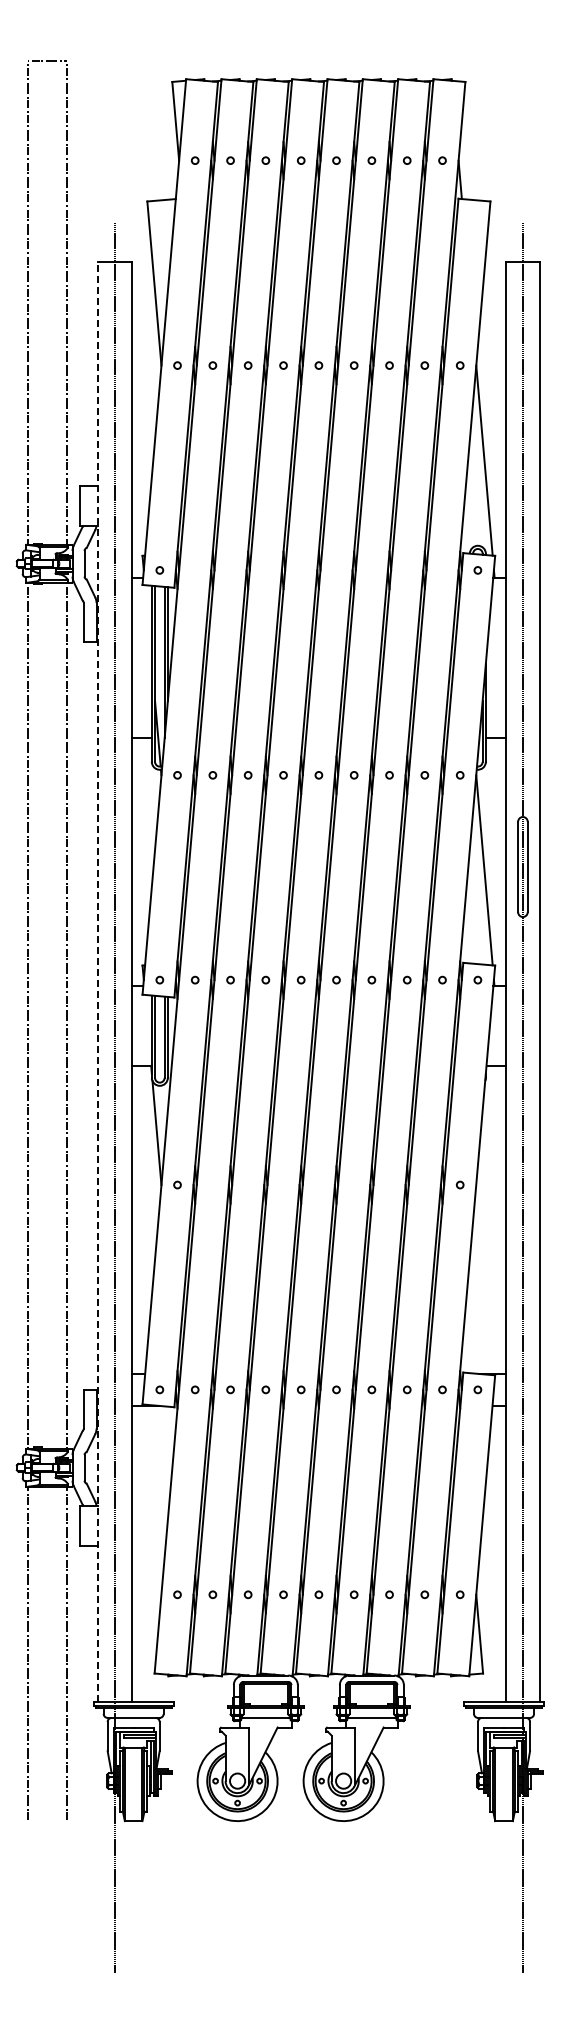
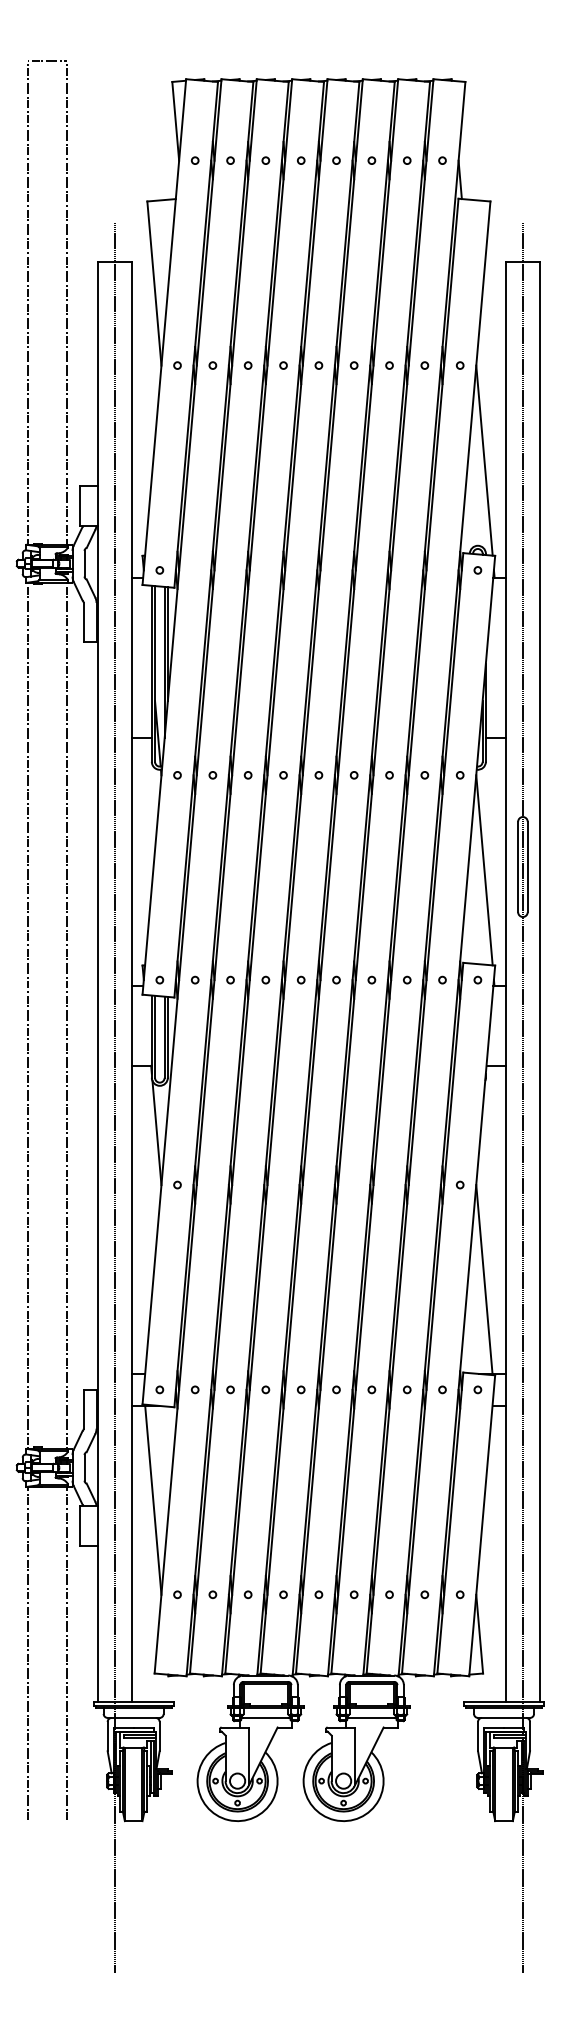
line at (97, 981): dashed -> solid
line at (484, 1279): none -> present
line at (153, 1499): none -> present
